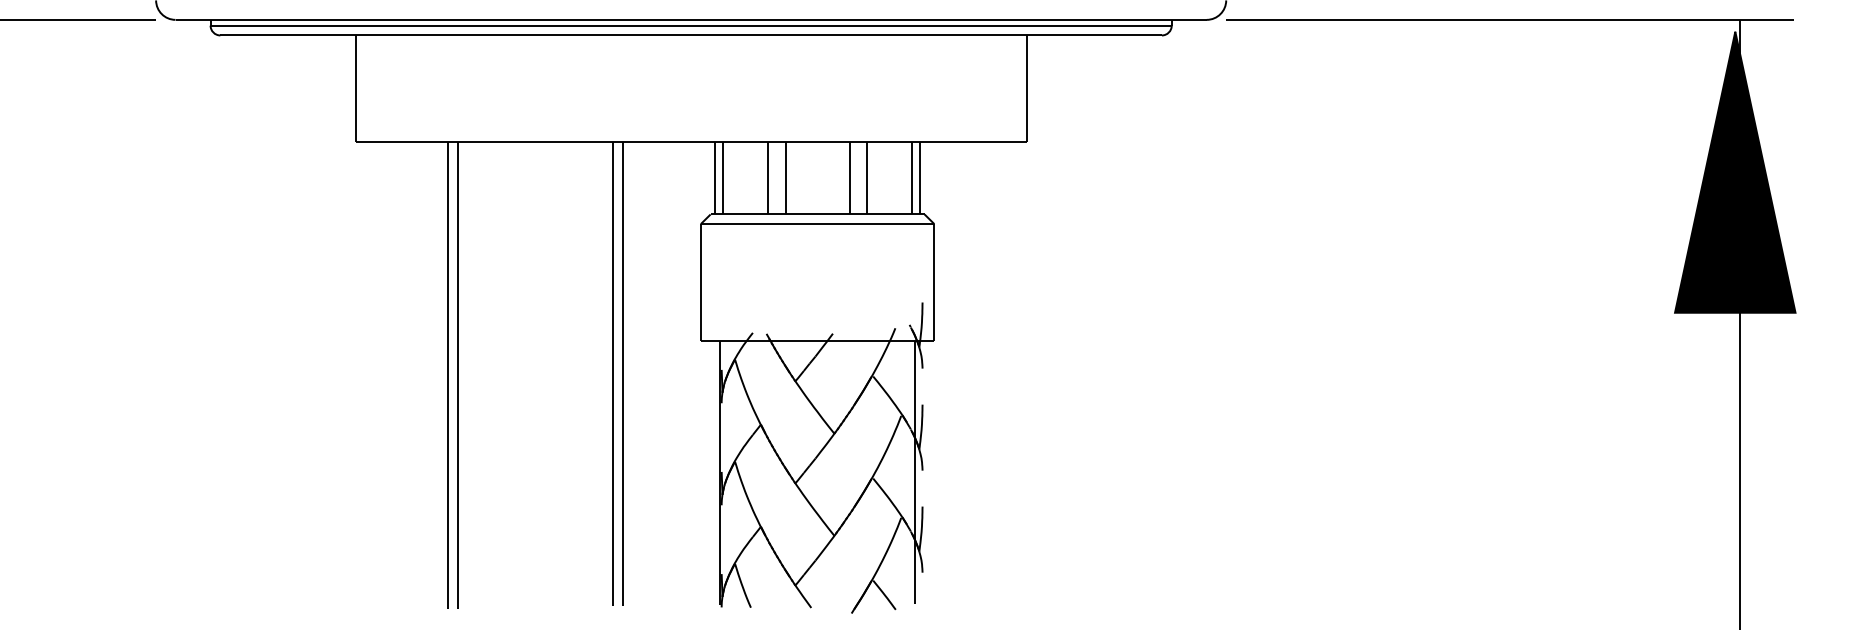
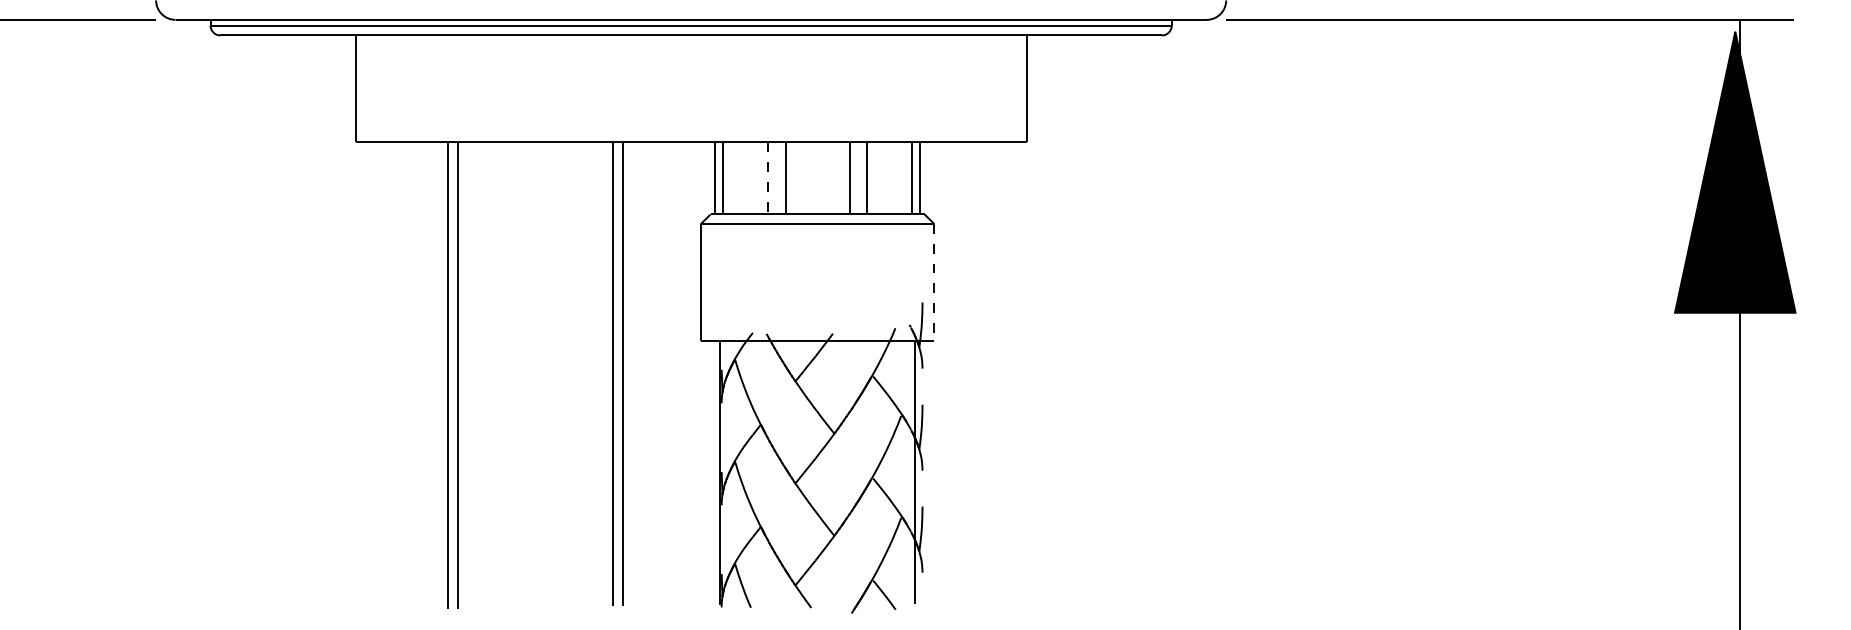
line at (767, 178): solid -> dashed
line at (934, 283): solid -> dashed
